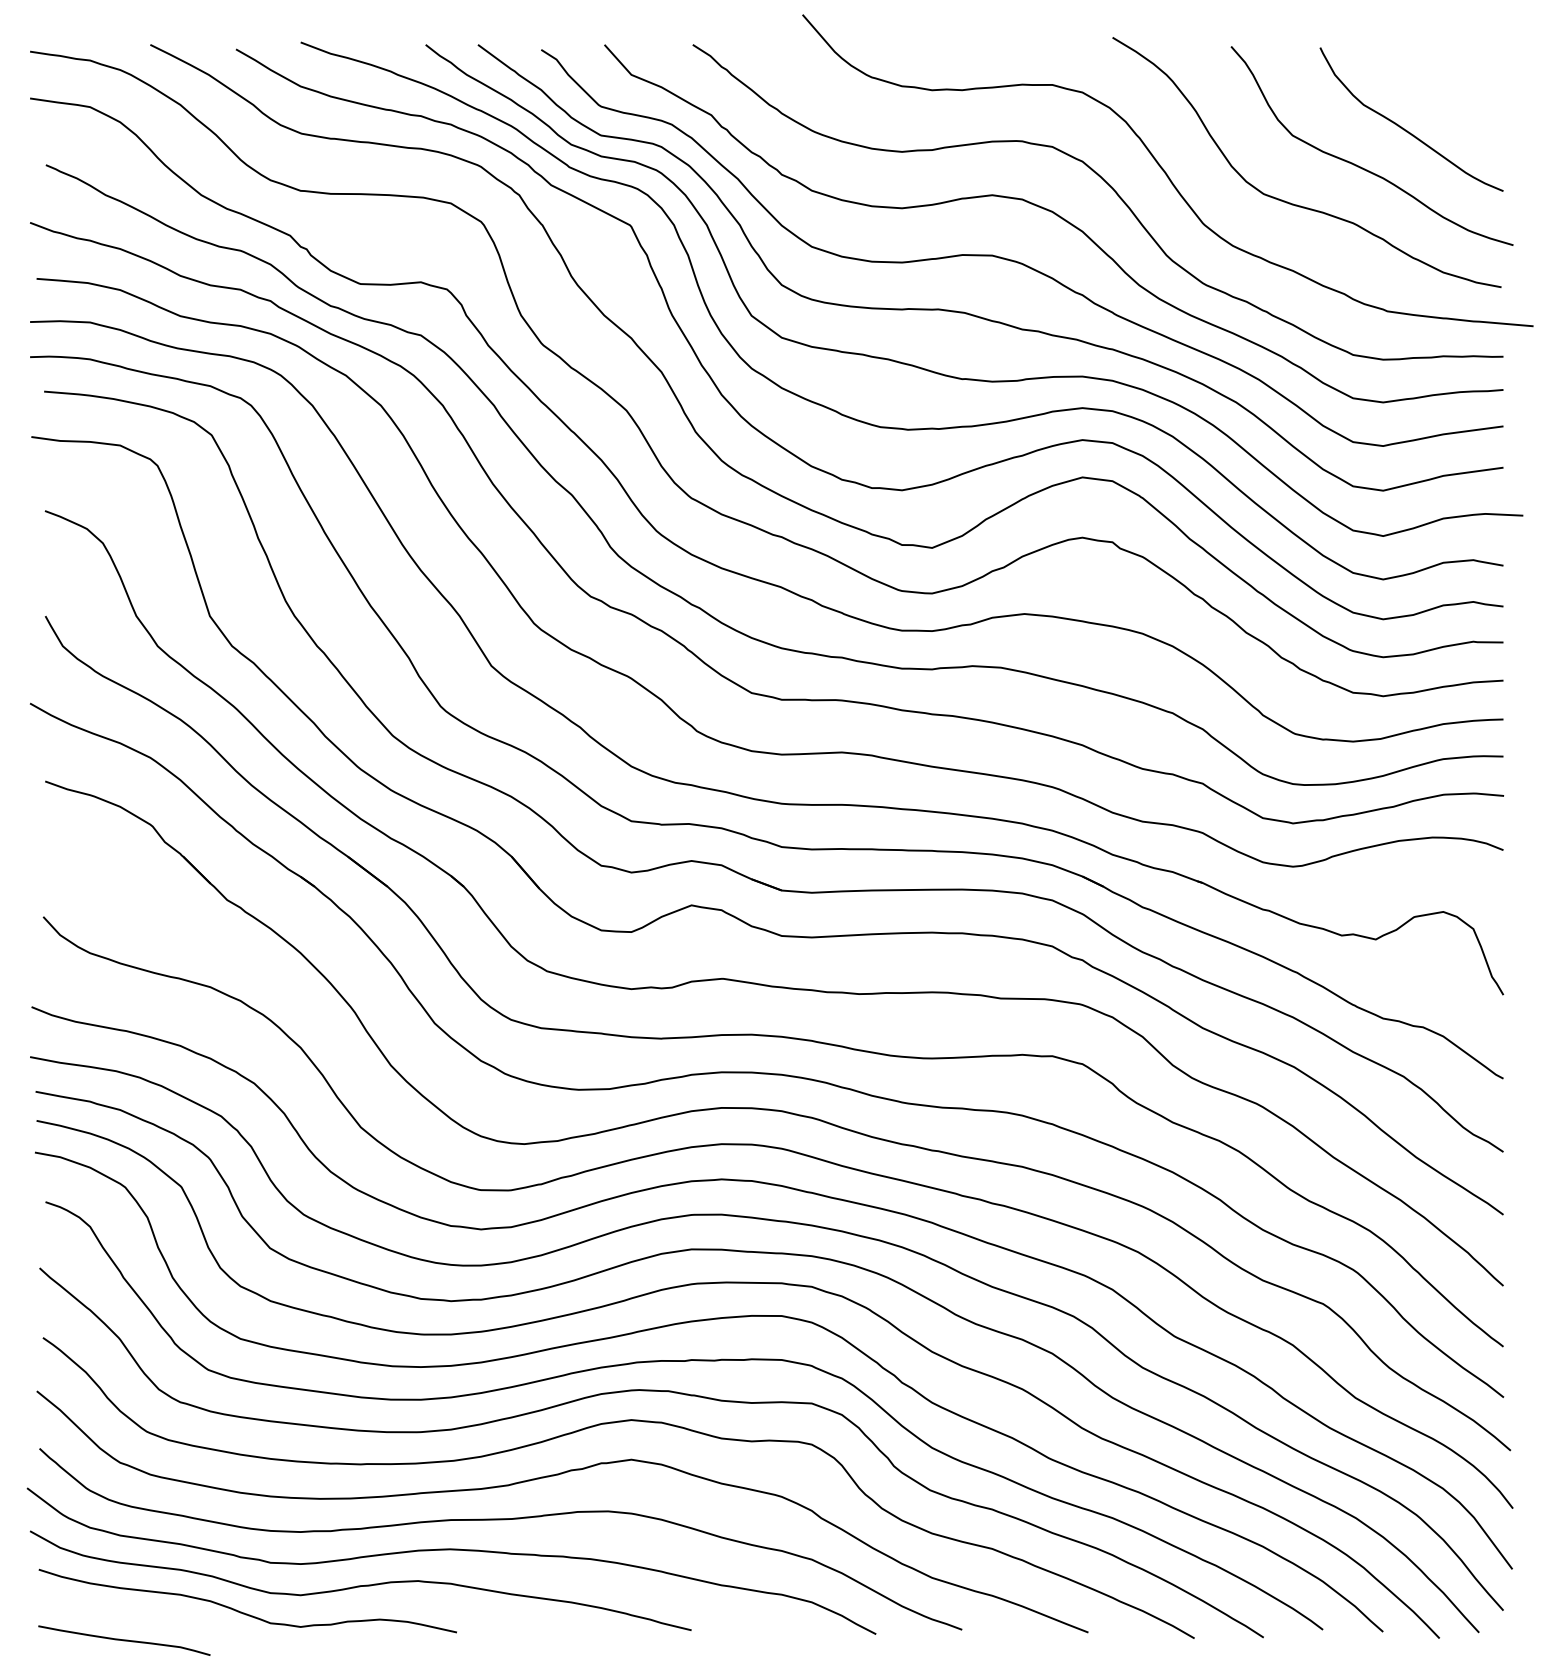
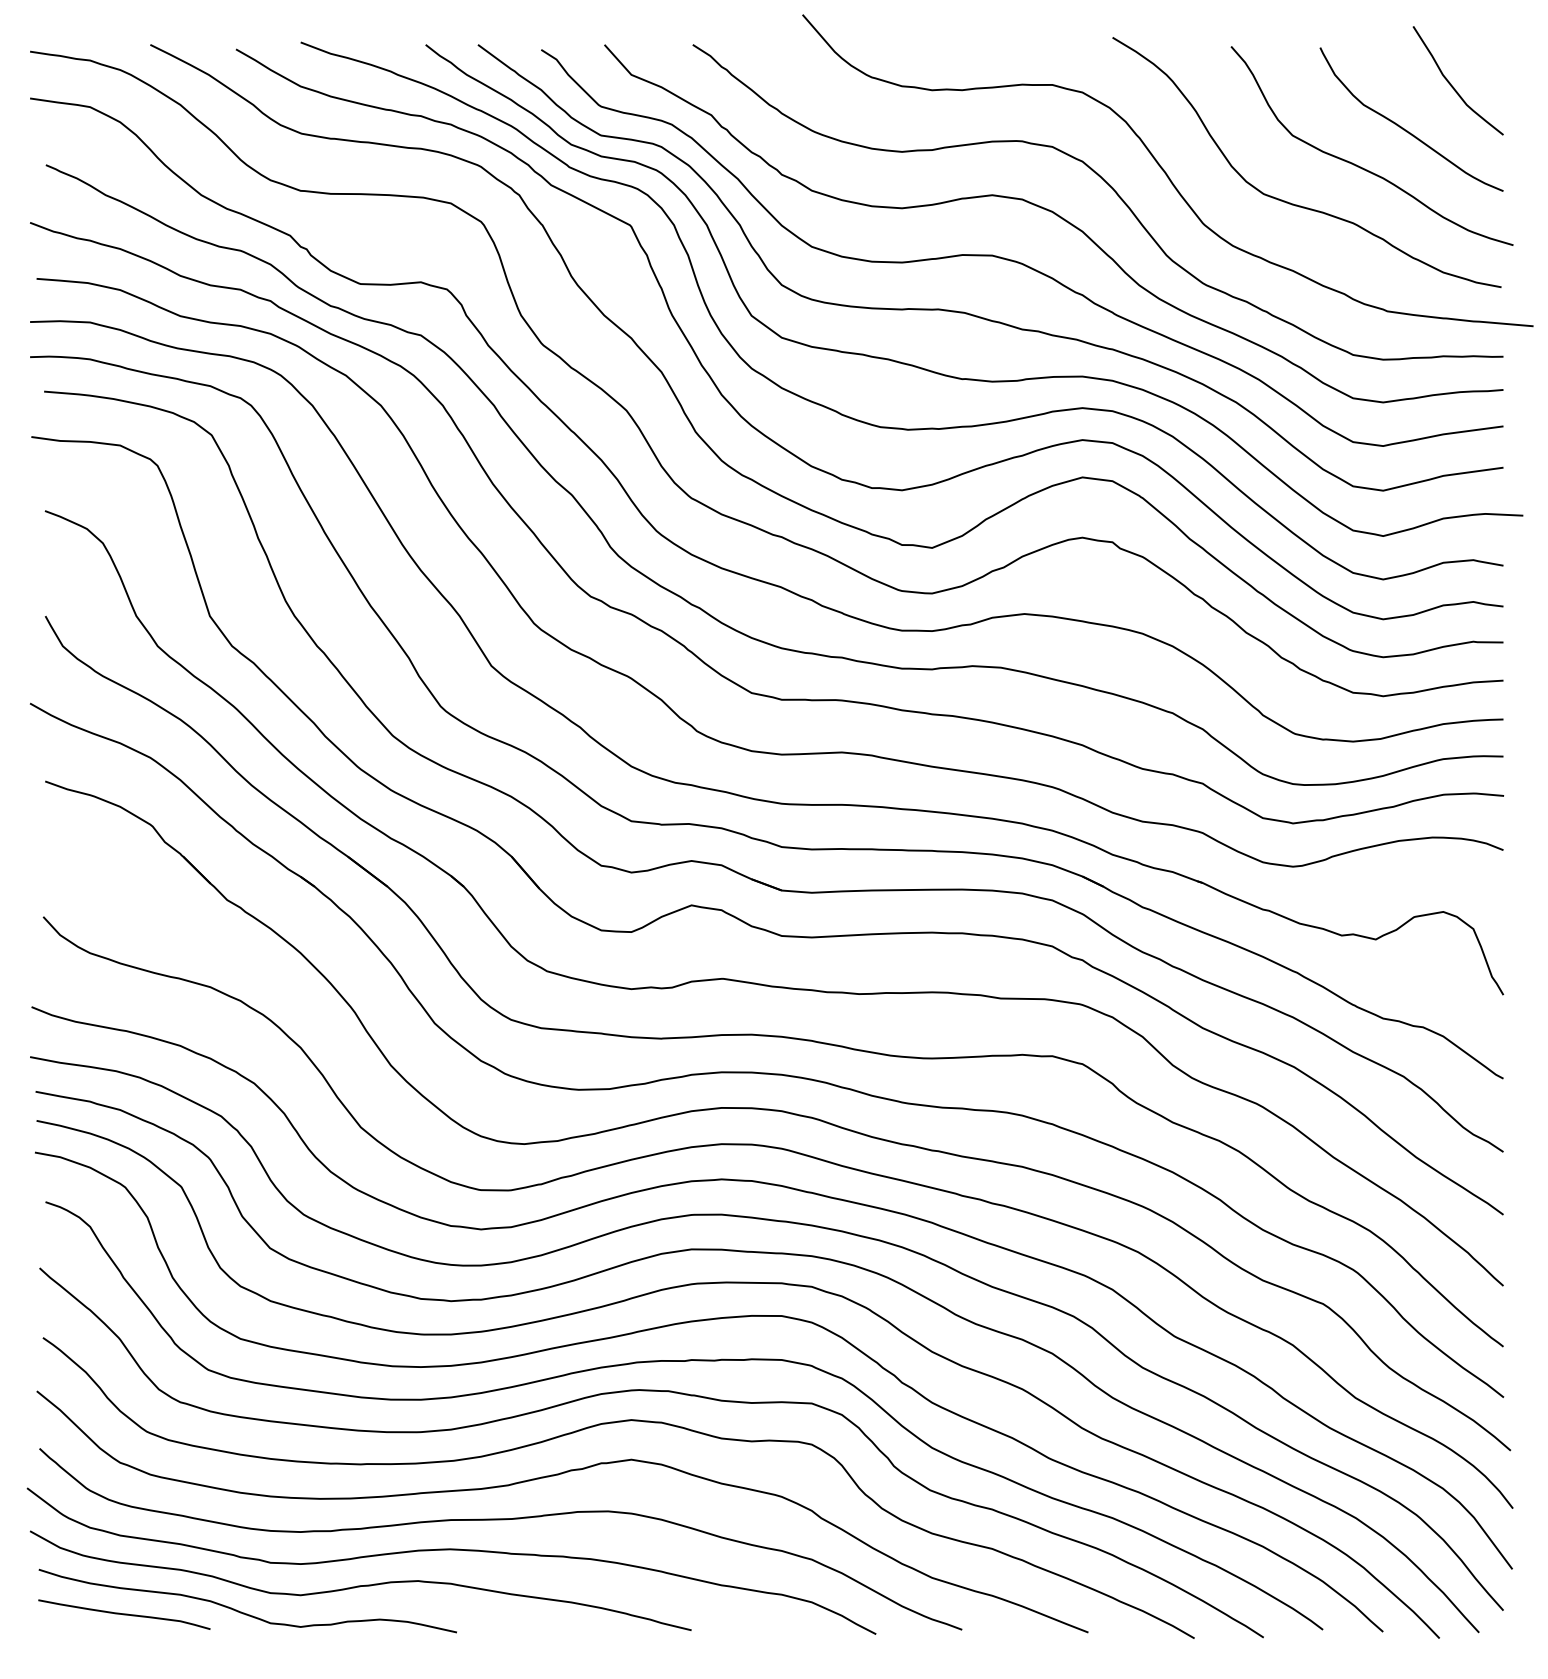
curve at (1452, 85): none -> present
curve at (124, 1640) position: (124, 1640) -> (124, 1614)
